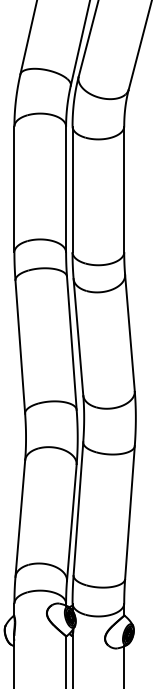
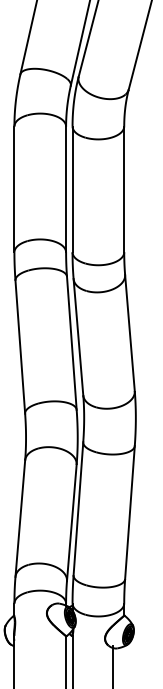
line at (124, 665) position: (124, 665) -> (113, 665)
